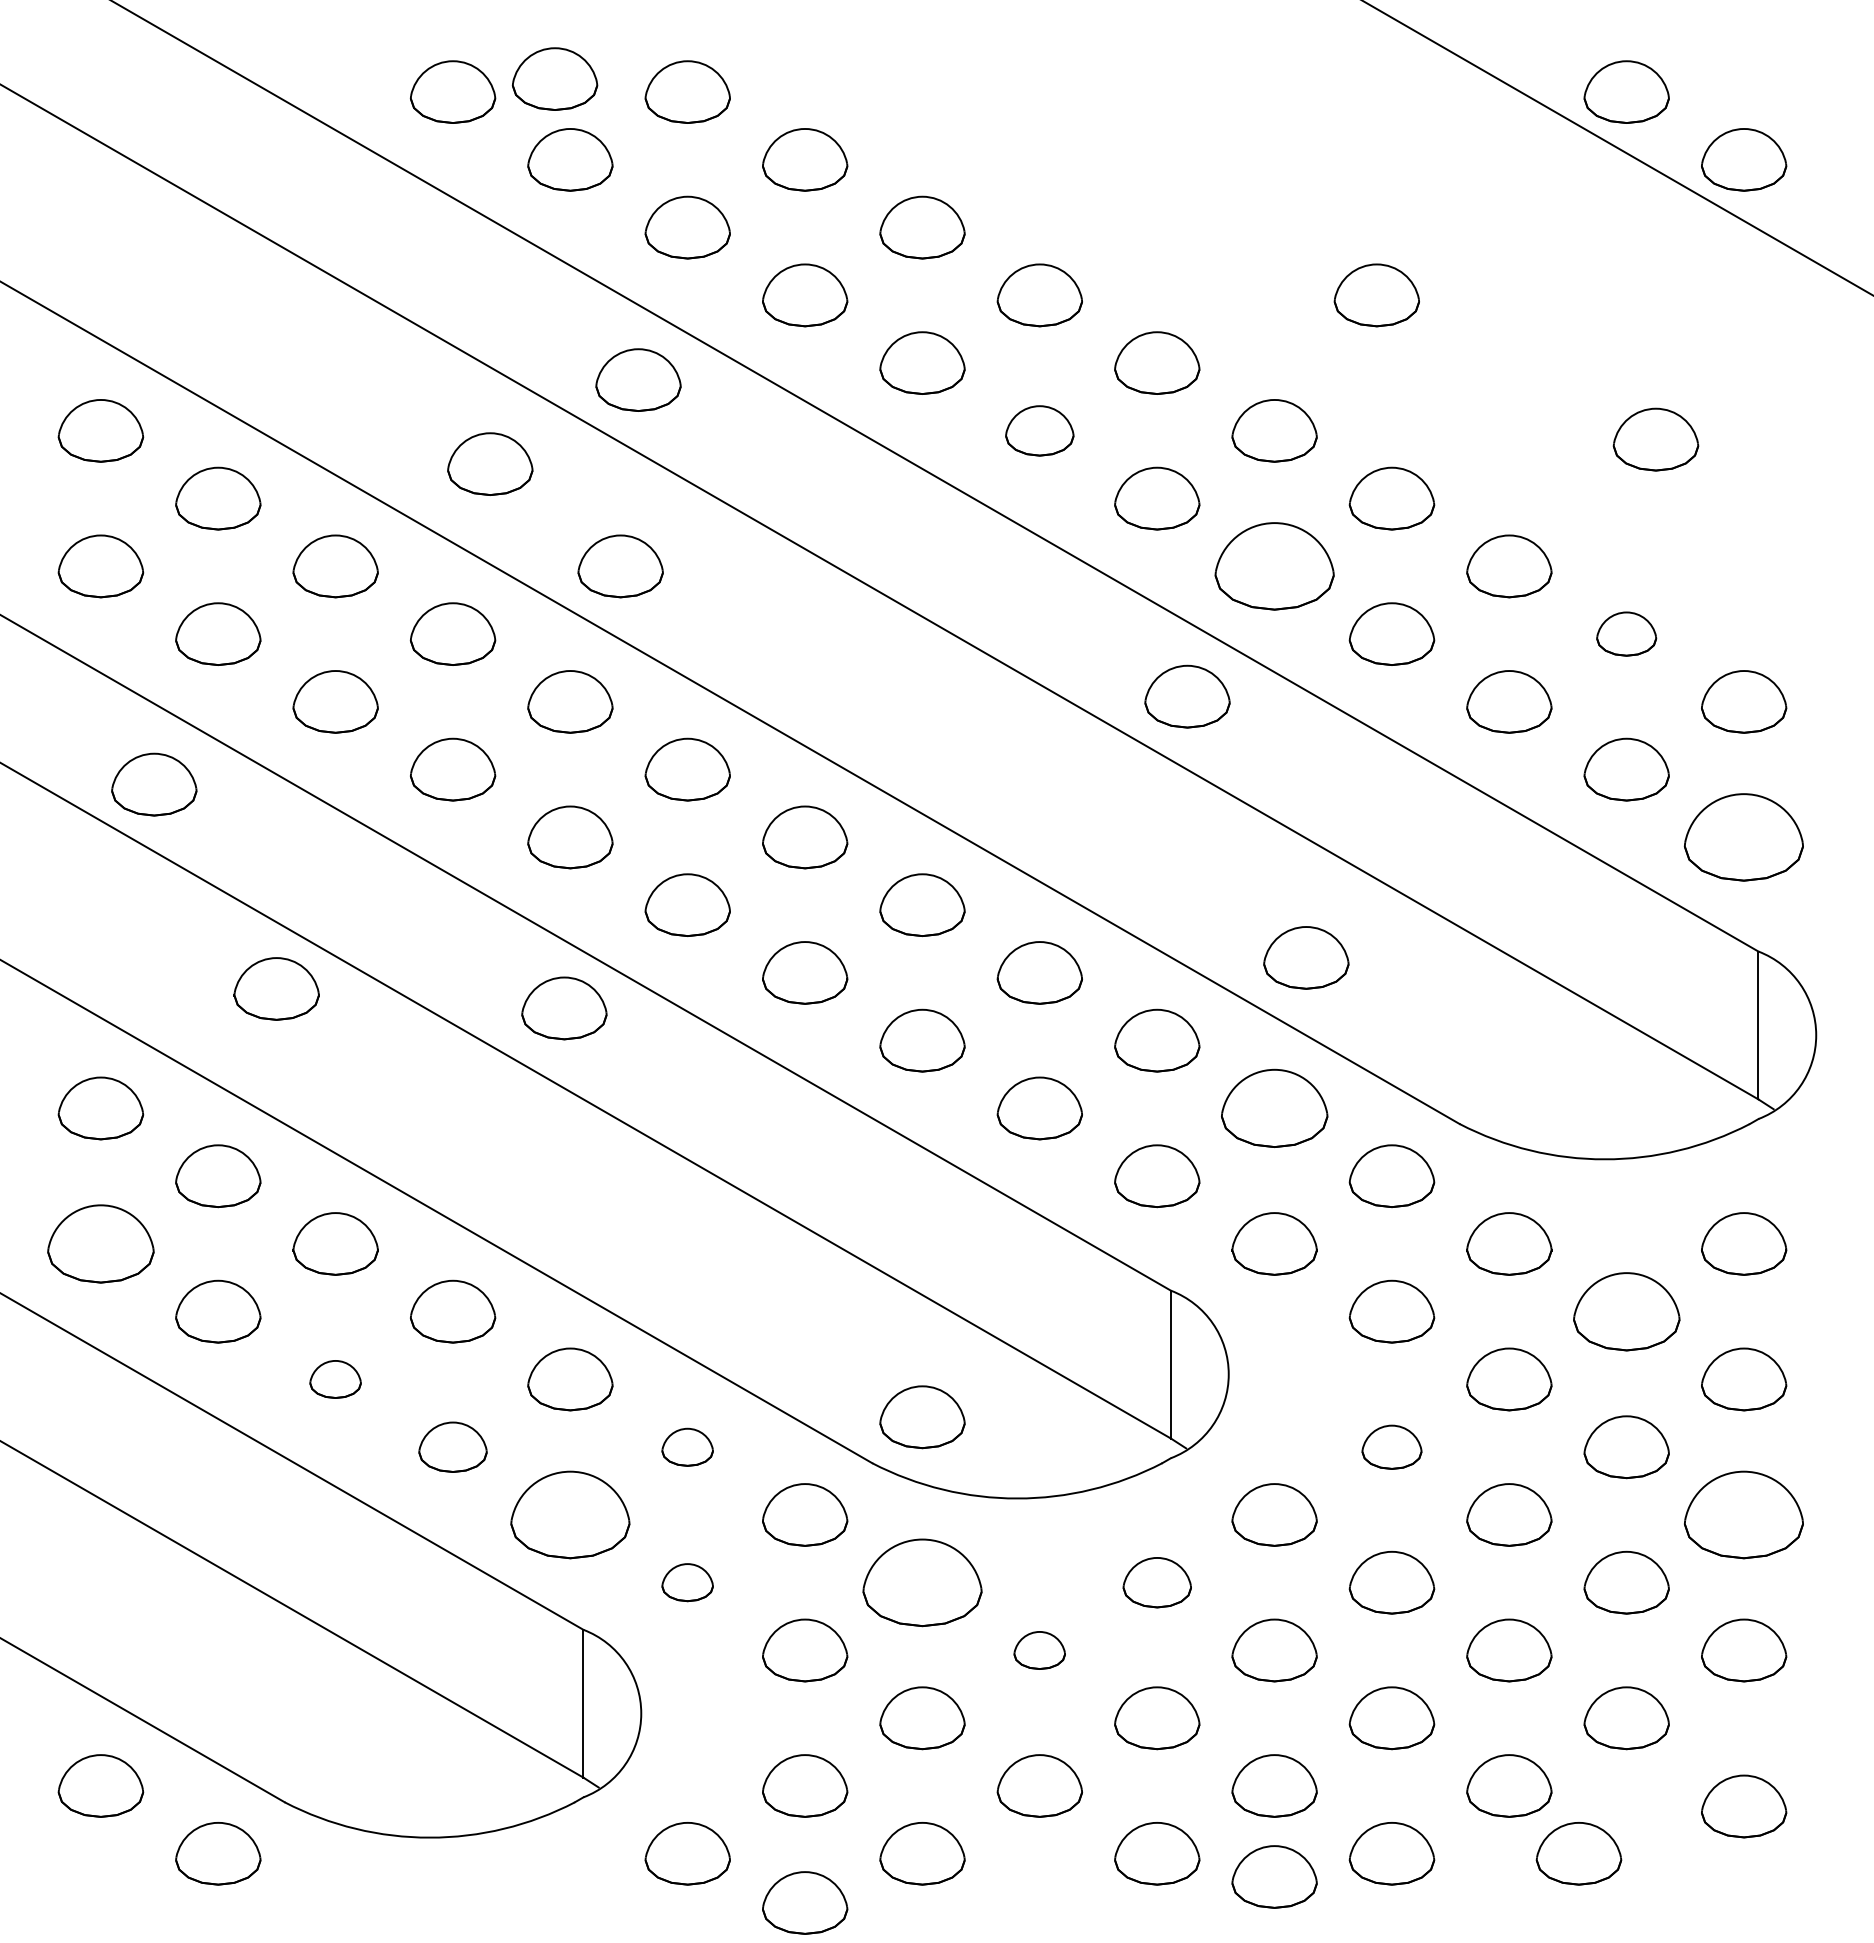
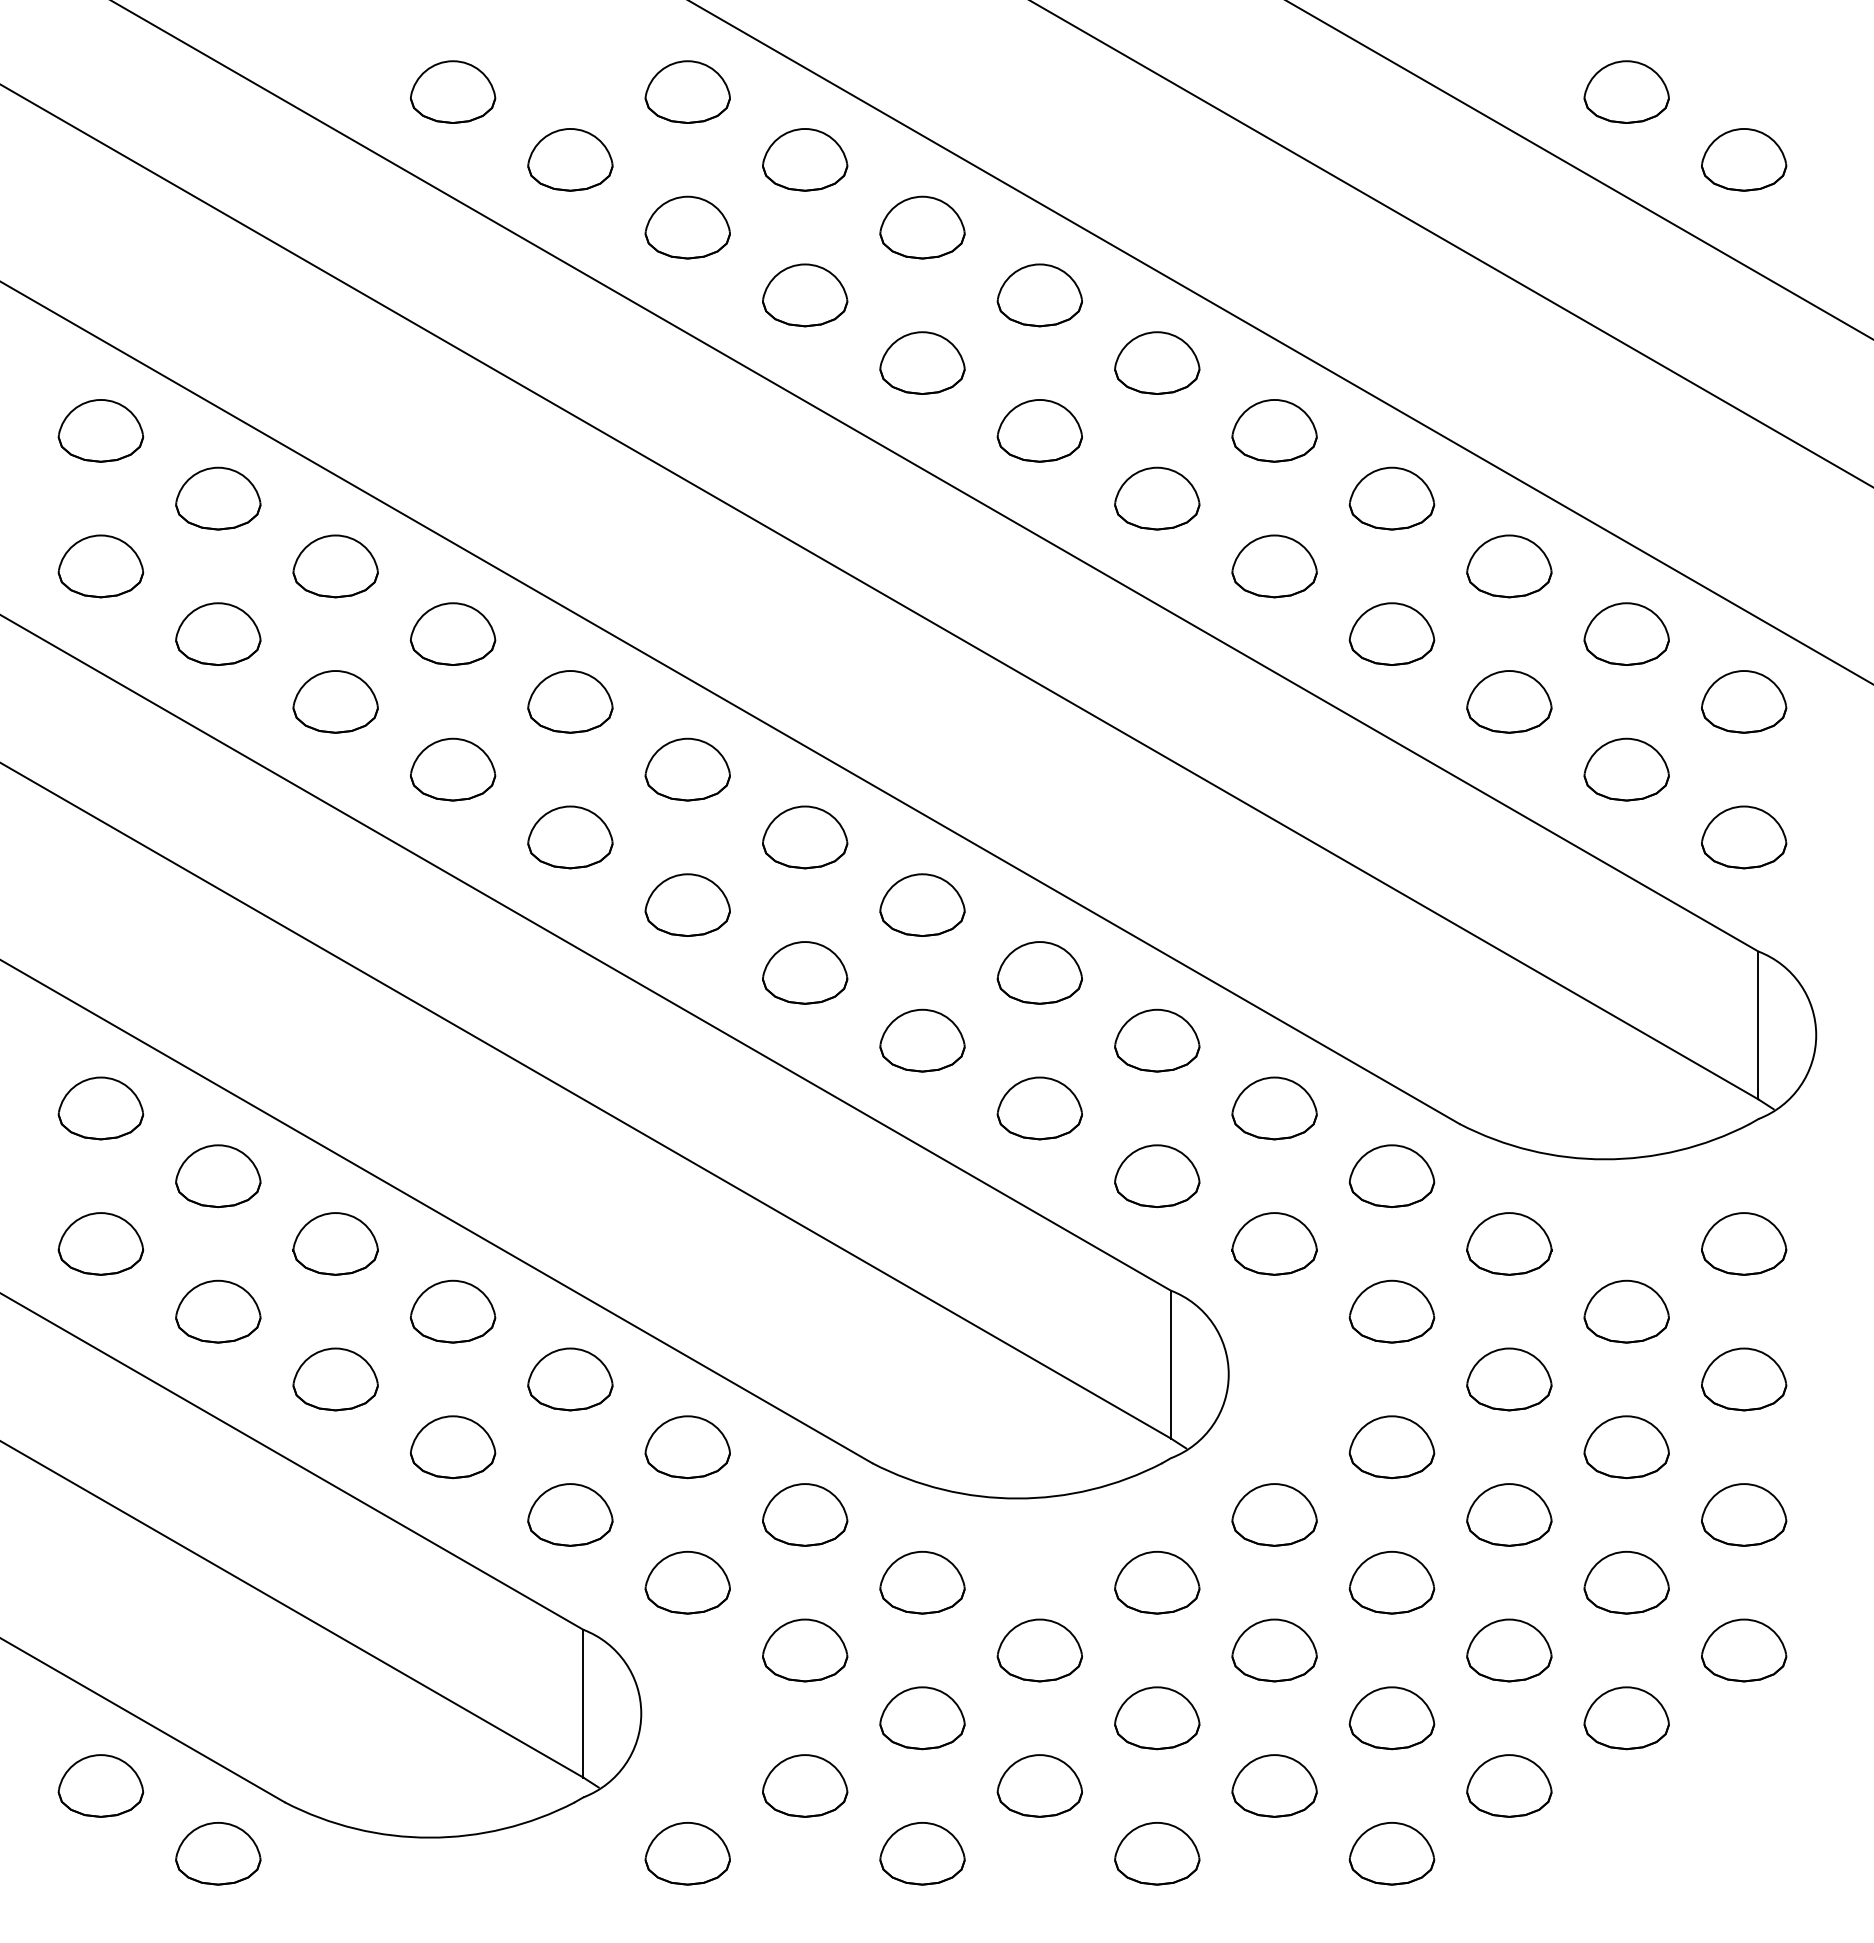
part at (554, 78): present -> none
line at (1617, 147) position: (1617, 147) -> (1579, 169)
line at (1451, 243): none -> present
part at (1376, 295): present -> none
line at (1280, 342): none -> present
part at (638, 379): present -> none
part at (1039, 430) size: 70x52 px -> 87x64 px
part at (1655, 439): present -> none
part at (490, 463): present -> none
part at (620, 566): present -> none
part at (1274, 566) size: 121x89 px -> 87x65 px
part at (1626, 633) size: 62x46 px -> 87x64 px
part at (1187, 696): present -> none
part at (154, 784): present -> none
part at (1743, 837) size: 121x89 px -> 87x65 px
part at (1306, 957): present -> none
part at (276, 988): present -> none
part at (564, 1008): present -> none
part at (1274, 1107) size: 108x80 px -> 87x65 px
part at (100, 1243) size: 108x80 px -> 88x64 px
part at (1626, 1311) size: 108x80 px -> 87x65 px
part at (335, 1379) size: 53x39 px -> 87x65 px
part at (922, 1417): present -> none
part at (452, 1446) size: 70x52 px -> 88x65 px
part at (687, 1446) size: 53x40 px -> 87x65 px
part at (1391, 1446) size: 62x46 px -> 88x65 px
part at (570, 1514) size: 121x90 px -> 87x64 px
part at (1743, 1514) size: 120x90 px -> 87x64 px
part at (687, 1582) size: 53x40 px -> 87x65 px
part at (922, 1582) size: 121x90 px -> 87x65 px
part at (1156, 1582) size: 70x52 px -> 87x65 px
part at (1039, 1650) size: 53x39 px -> 87x65 px
part at (1744, 1806): present -> none
part at (1578, 1853): present -> none
part at (1274, 1876): present -> none
part at (805, 1902): present -> none
